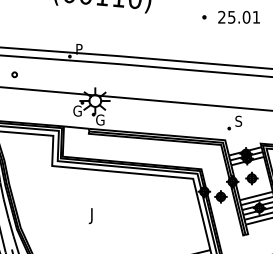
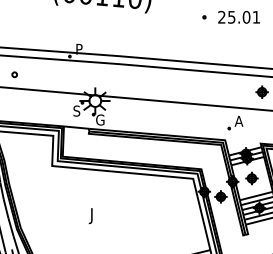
part at (261, 91): none -> present
text at (77, 110): G -> S
text at (238, 120): S -> A
